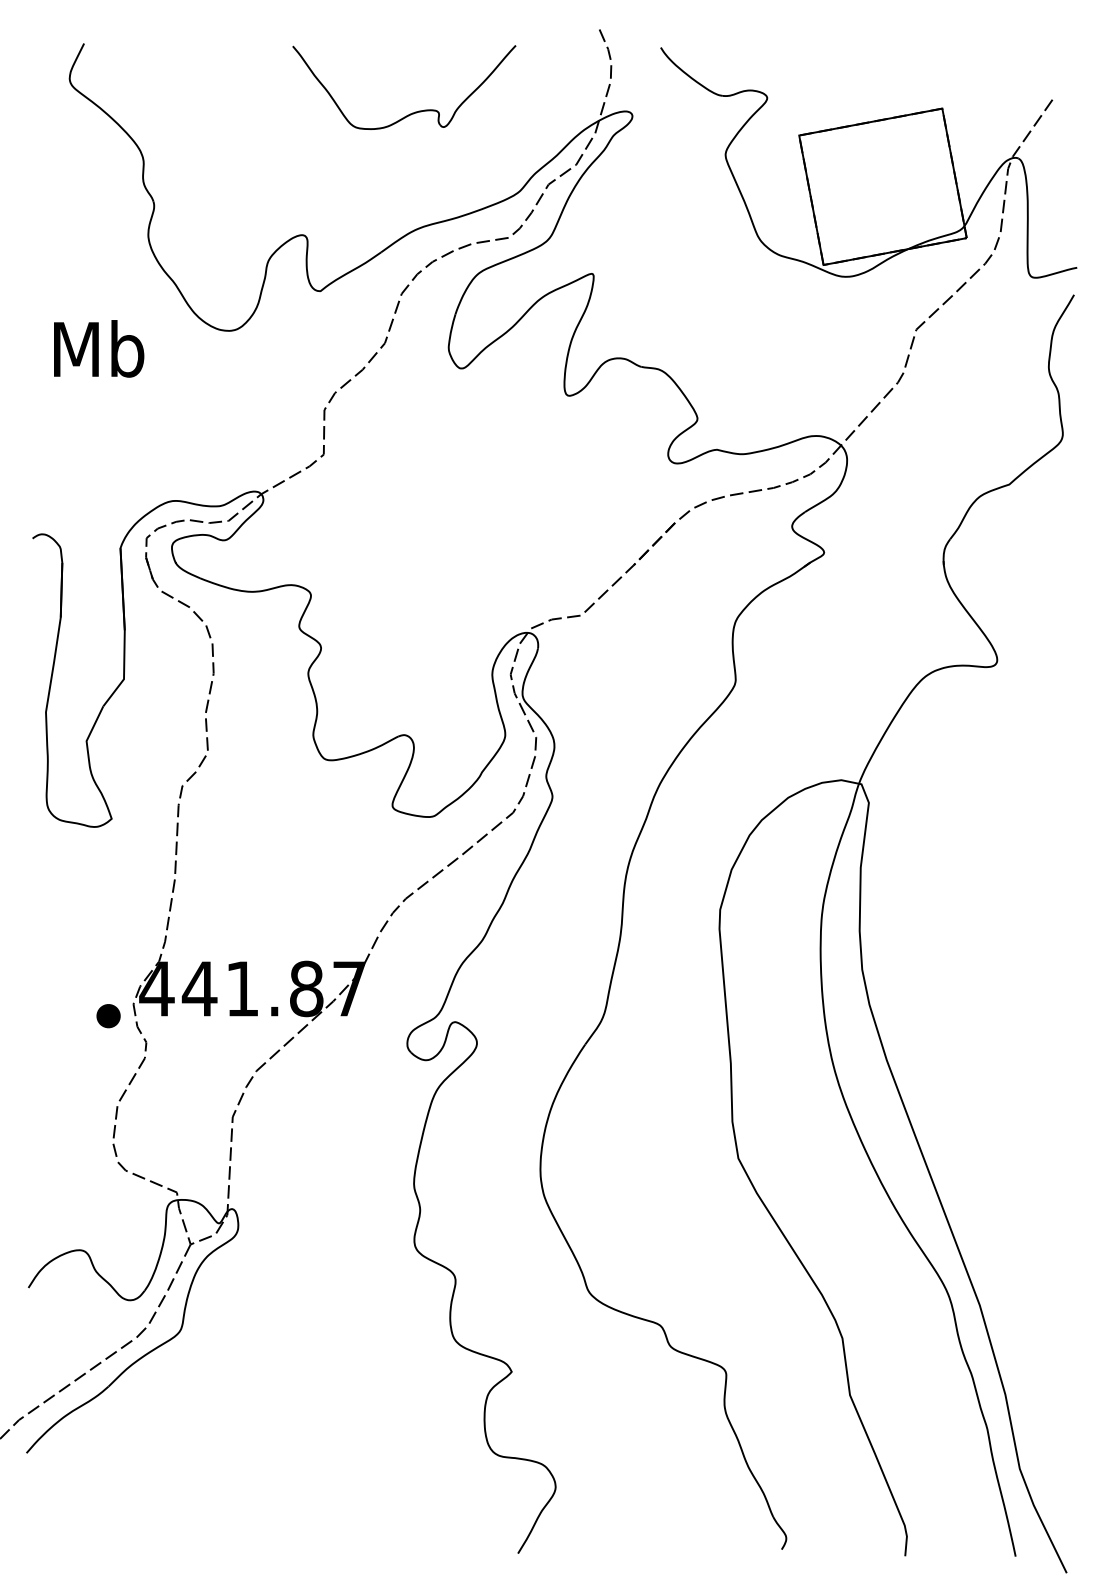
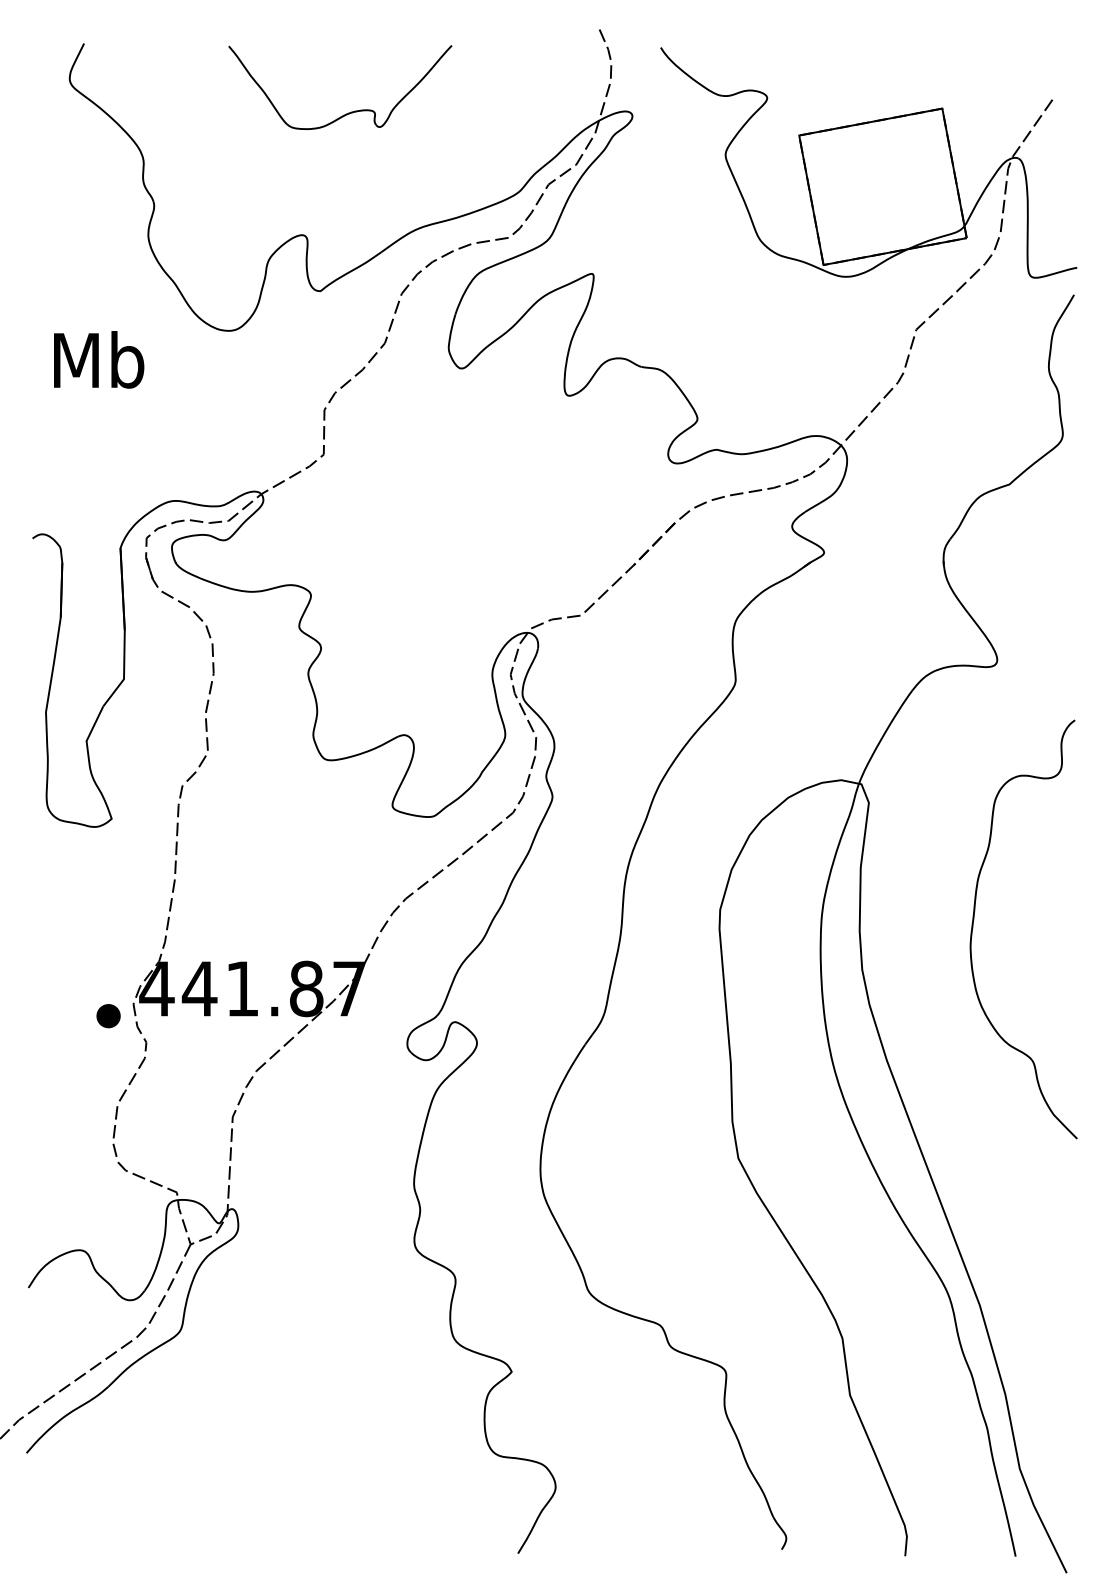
part at (412, 112) position: (412, 112) -> (348, 112)
text at (99, 348) position: (99, 348) -> (99, 359)
part at (974, 920): none -> present
